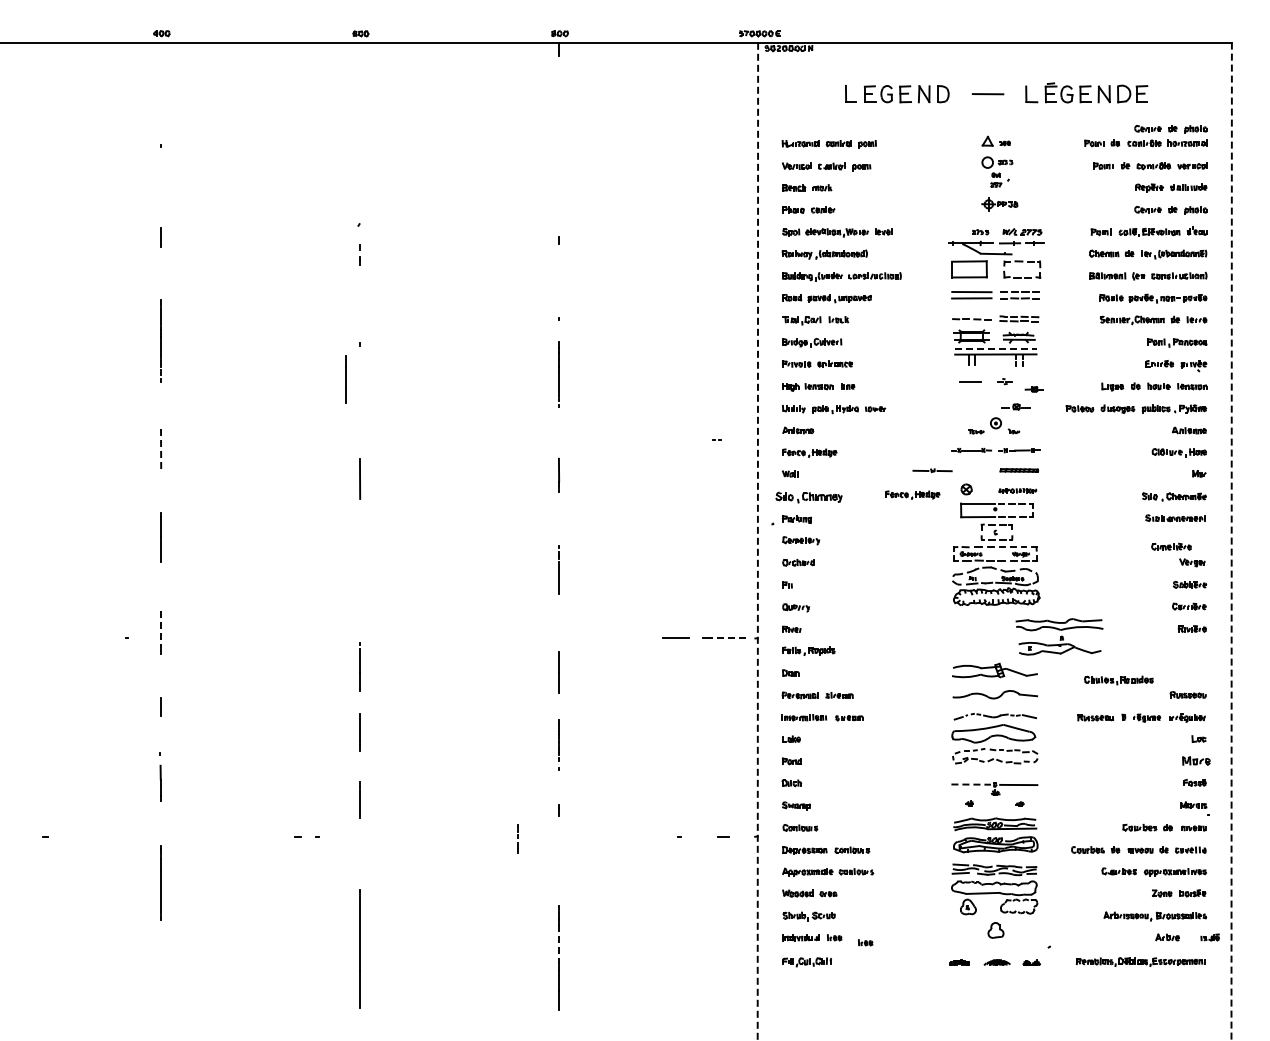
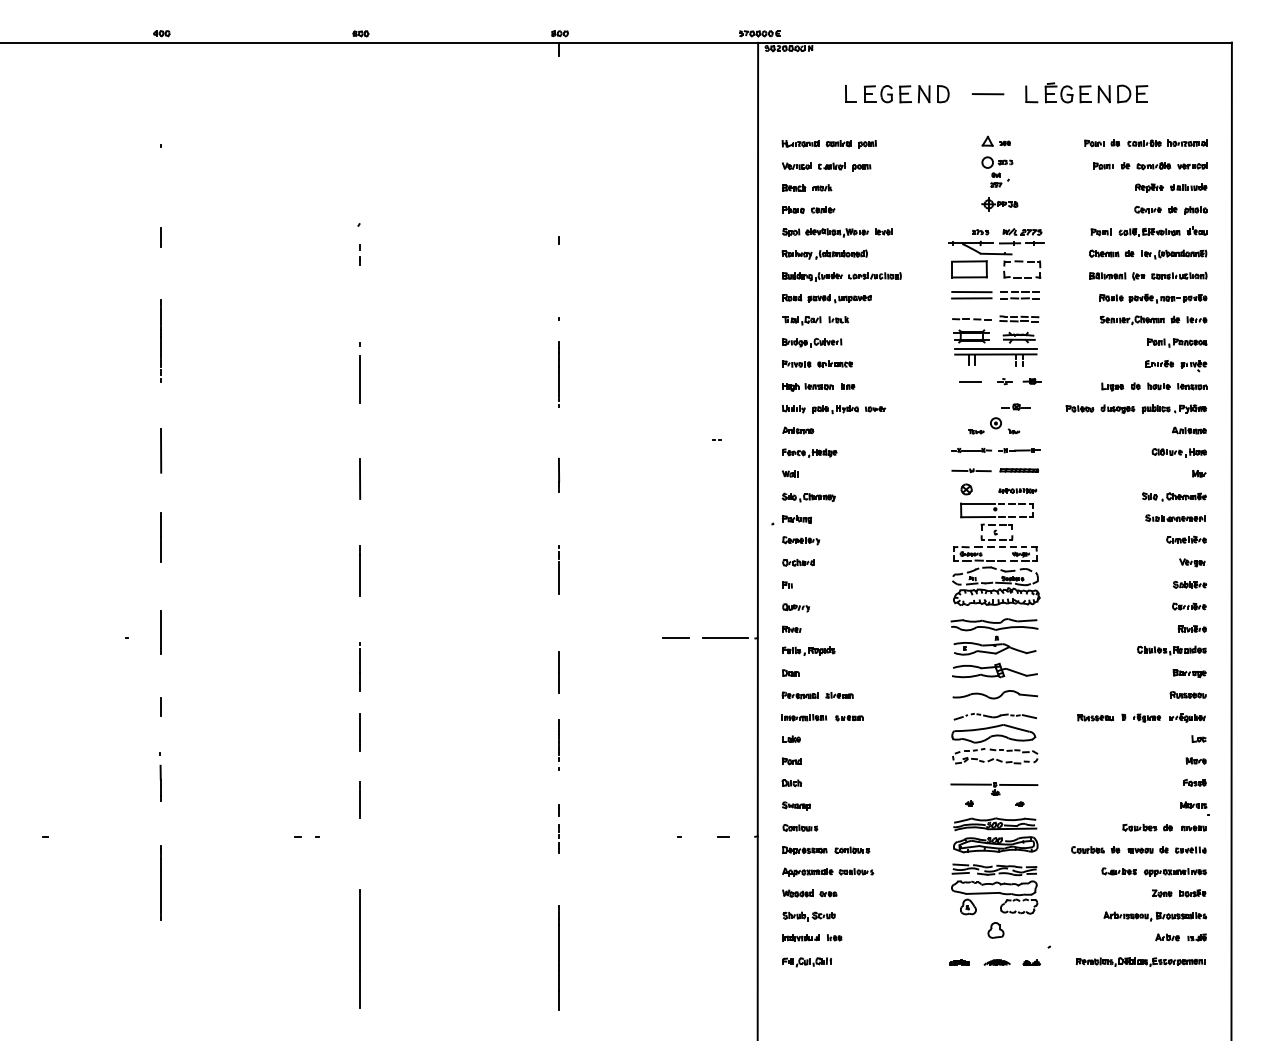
part at (1170, 129): present -> none
line at (995, 349): dashed -> solid
line at (345, 379) position: (345, 379) -> (359, 379)
part at (1033, 389) position: (1033, 389) -> (1031, 381)
line at (161, 450): dashed -> solid
part at (932, 470) position: (932, 470) -> (971, 470)
part at (912, 494): present -> none
part at (808, 497) size: 68x13 px -> 55x11 px
line at (757, 541): dashed -> solid
line at (1231, 541): dashed -> solid
part at (1171, 546) position: (1171, 546) -> (1186, 539)
line at (359, 570): none -> present
line at (160, 629): dashed -> solid
part at (1059, 636) position: (1059, 636) -> (994, 636)
line at (727, 638): dashed -> solid
part at (1189, 673): none -> present
part at (1118, 680) position: (1118, 680) -> (1171, 650)
part at (1196, 760) size: 29x10 px -> 22x8 px
line at (971, 784): dashed -> solid
line at (517, 838) position: (517, 838) -> (558, 838)
part at (1209, 937) position: (1209, 937) -> (1196, 937)
part at (865, 942): present -> none
line at (558, 945): dashed -> solid
